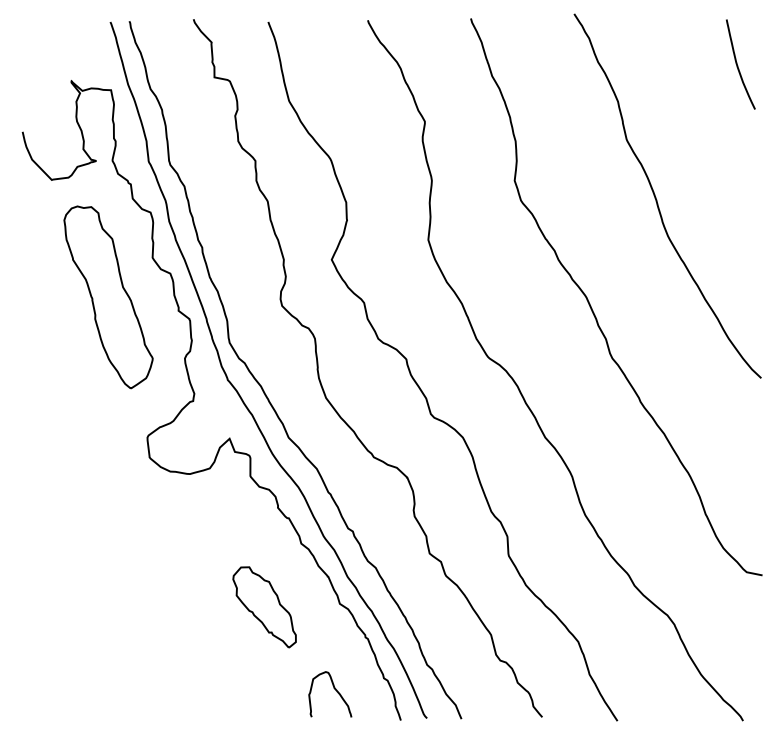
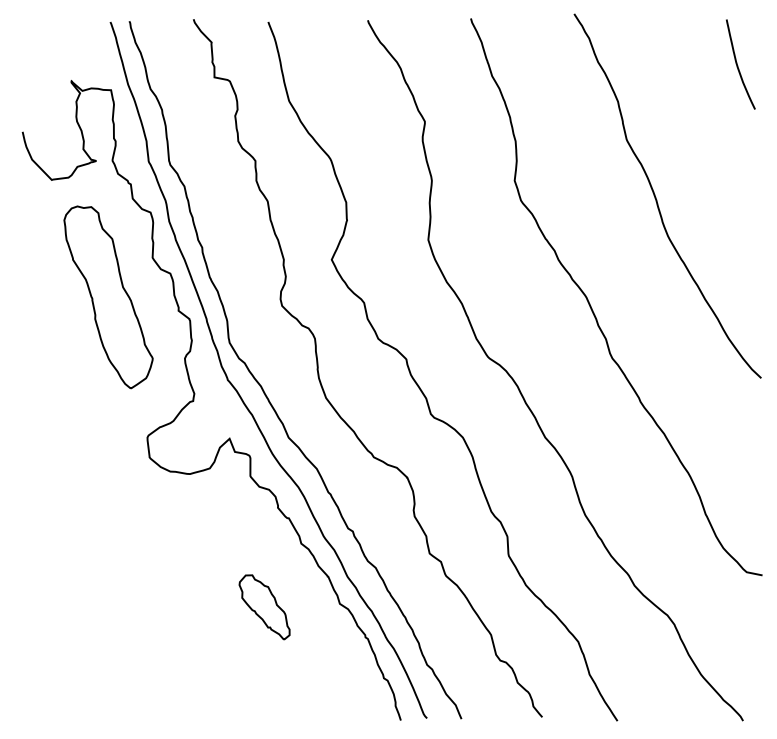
part at (264, 607) size: 65x83 px -> 53x67 px
curve at (334, 689): present -> none
